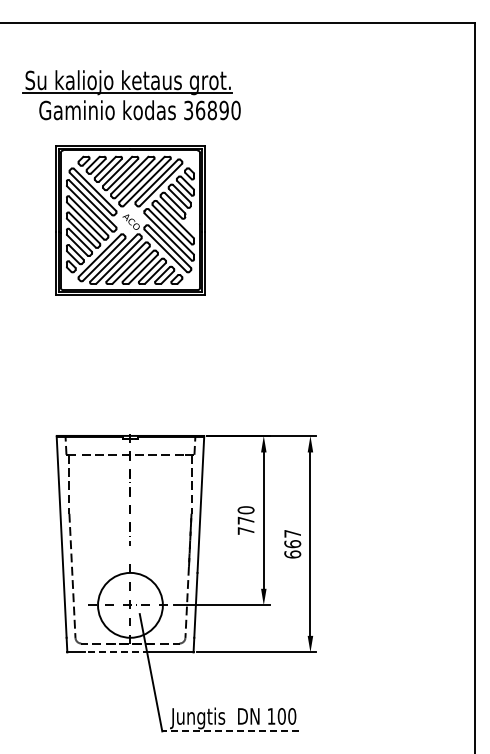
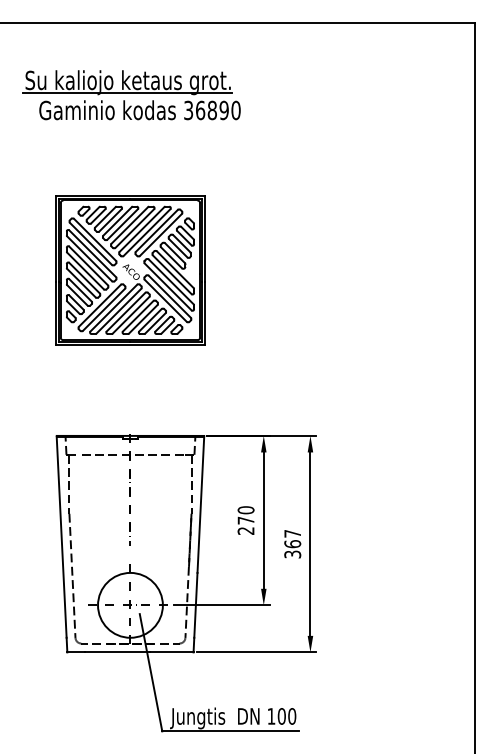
part at (130, 220) position: (130, 220) -> (130, 270)
text at (245, 530): 770 -> 270
text at (292, 554): 667 -> 367
line at (116, 652): dashed -> solid
line at (230, 731): dashed -> solid
